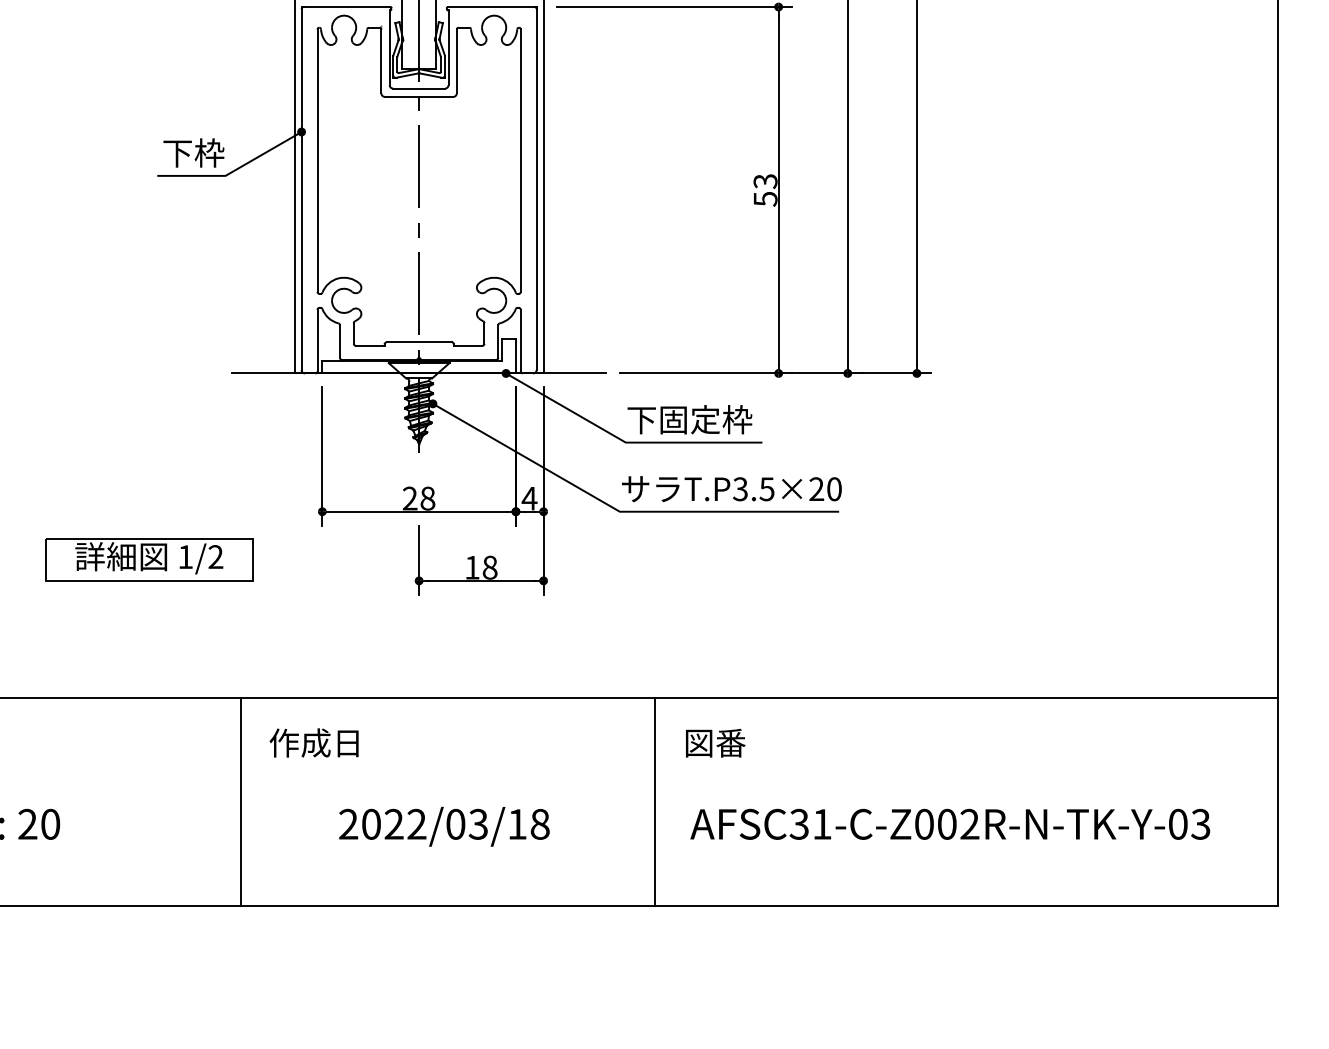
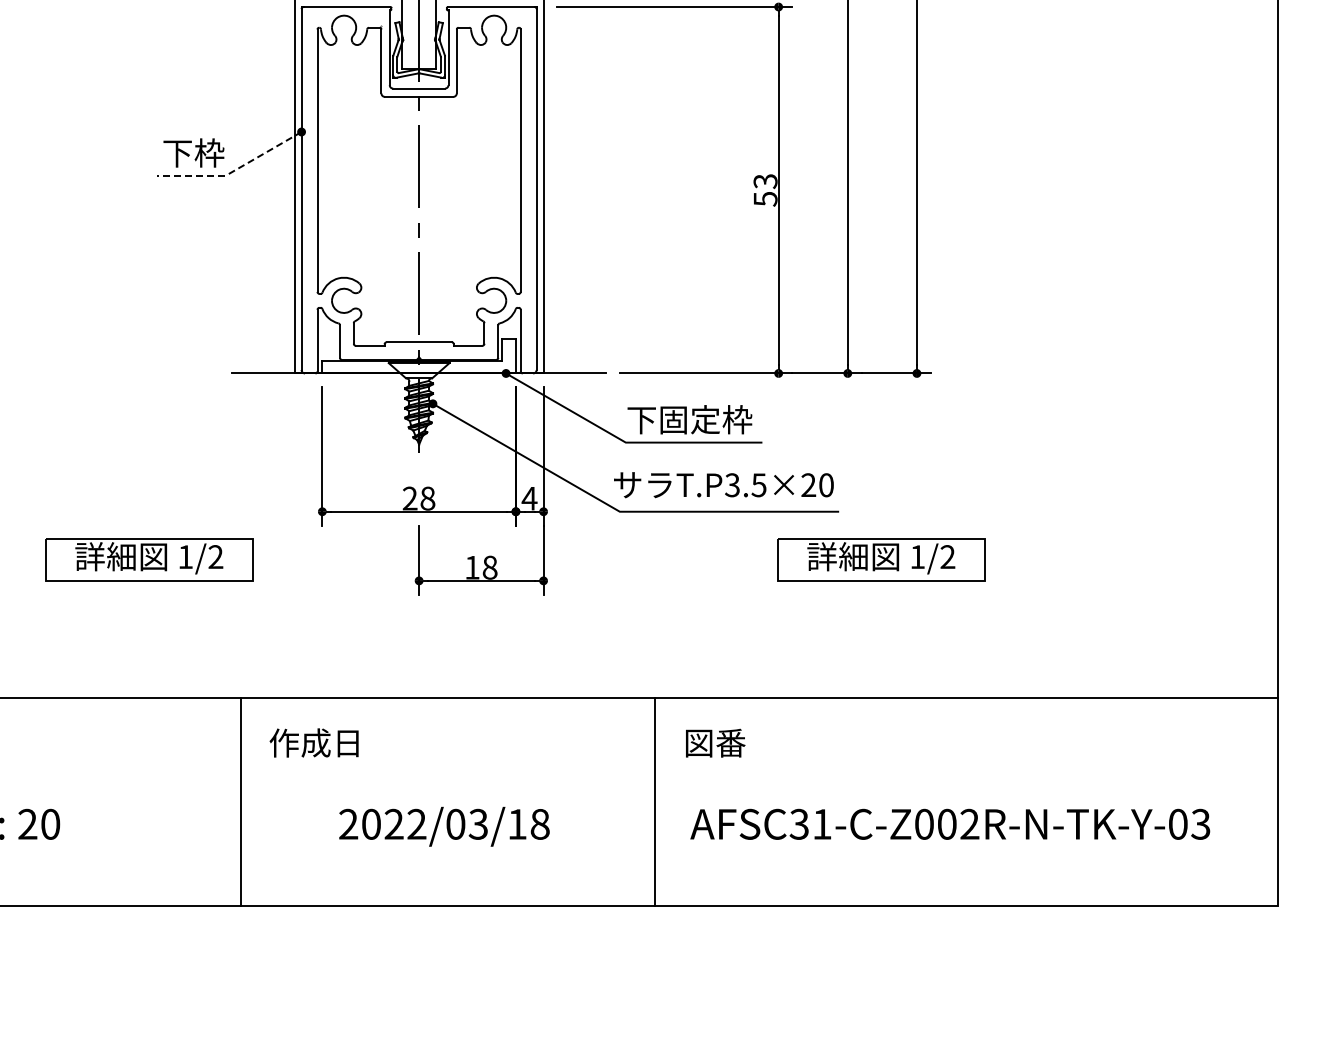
line at (233, 171): solid -> dashed
text at (731, 489) position: (731, 489) -> (723, 485)
part at (881, 559): none -> present
